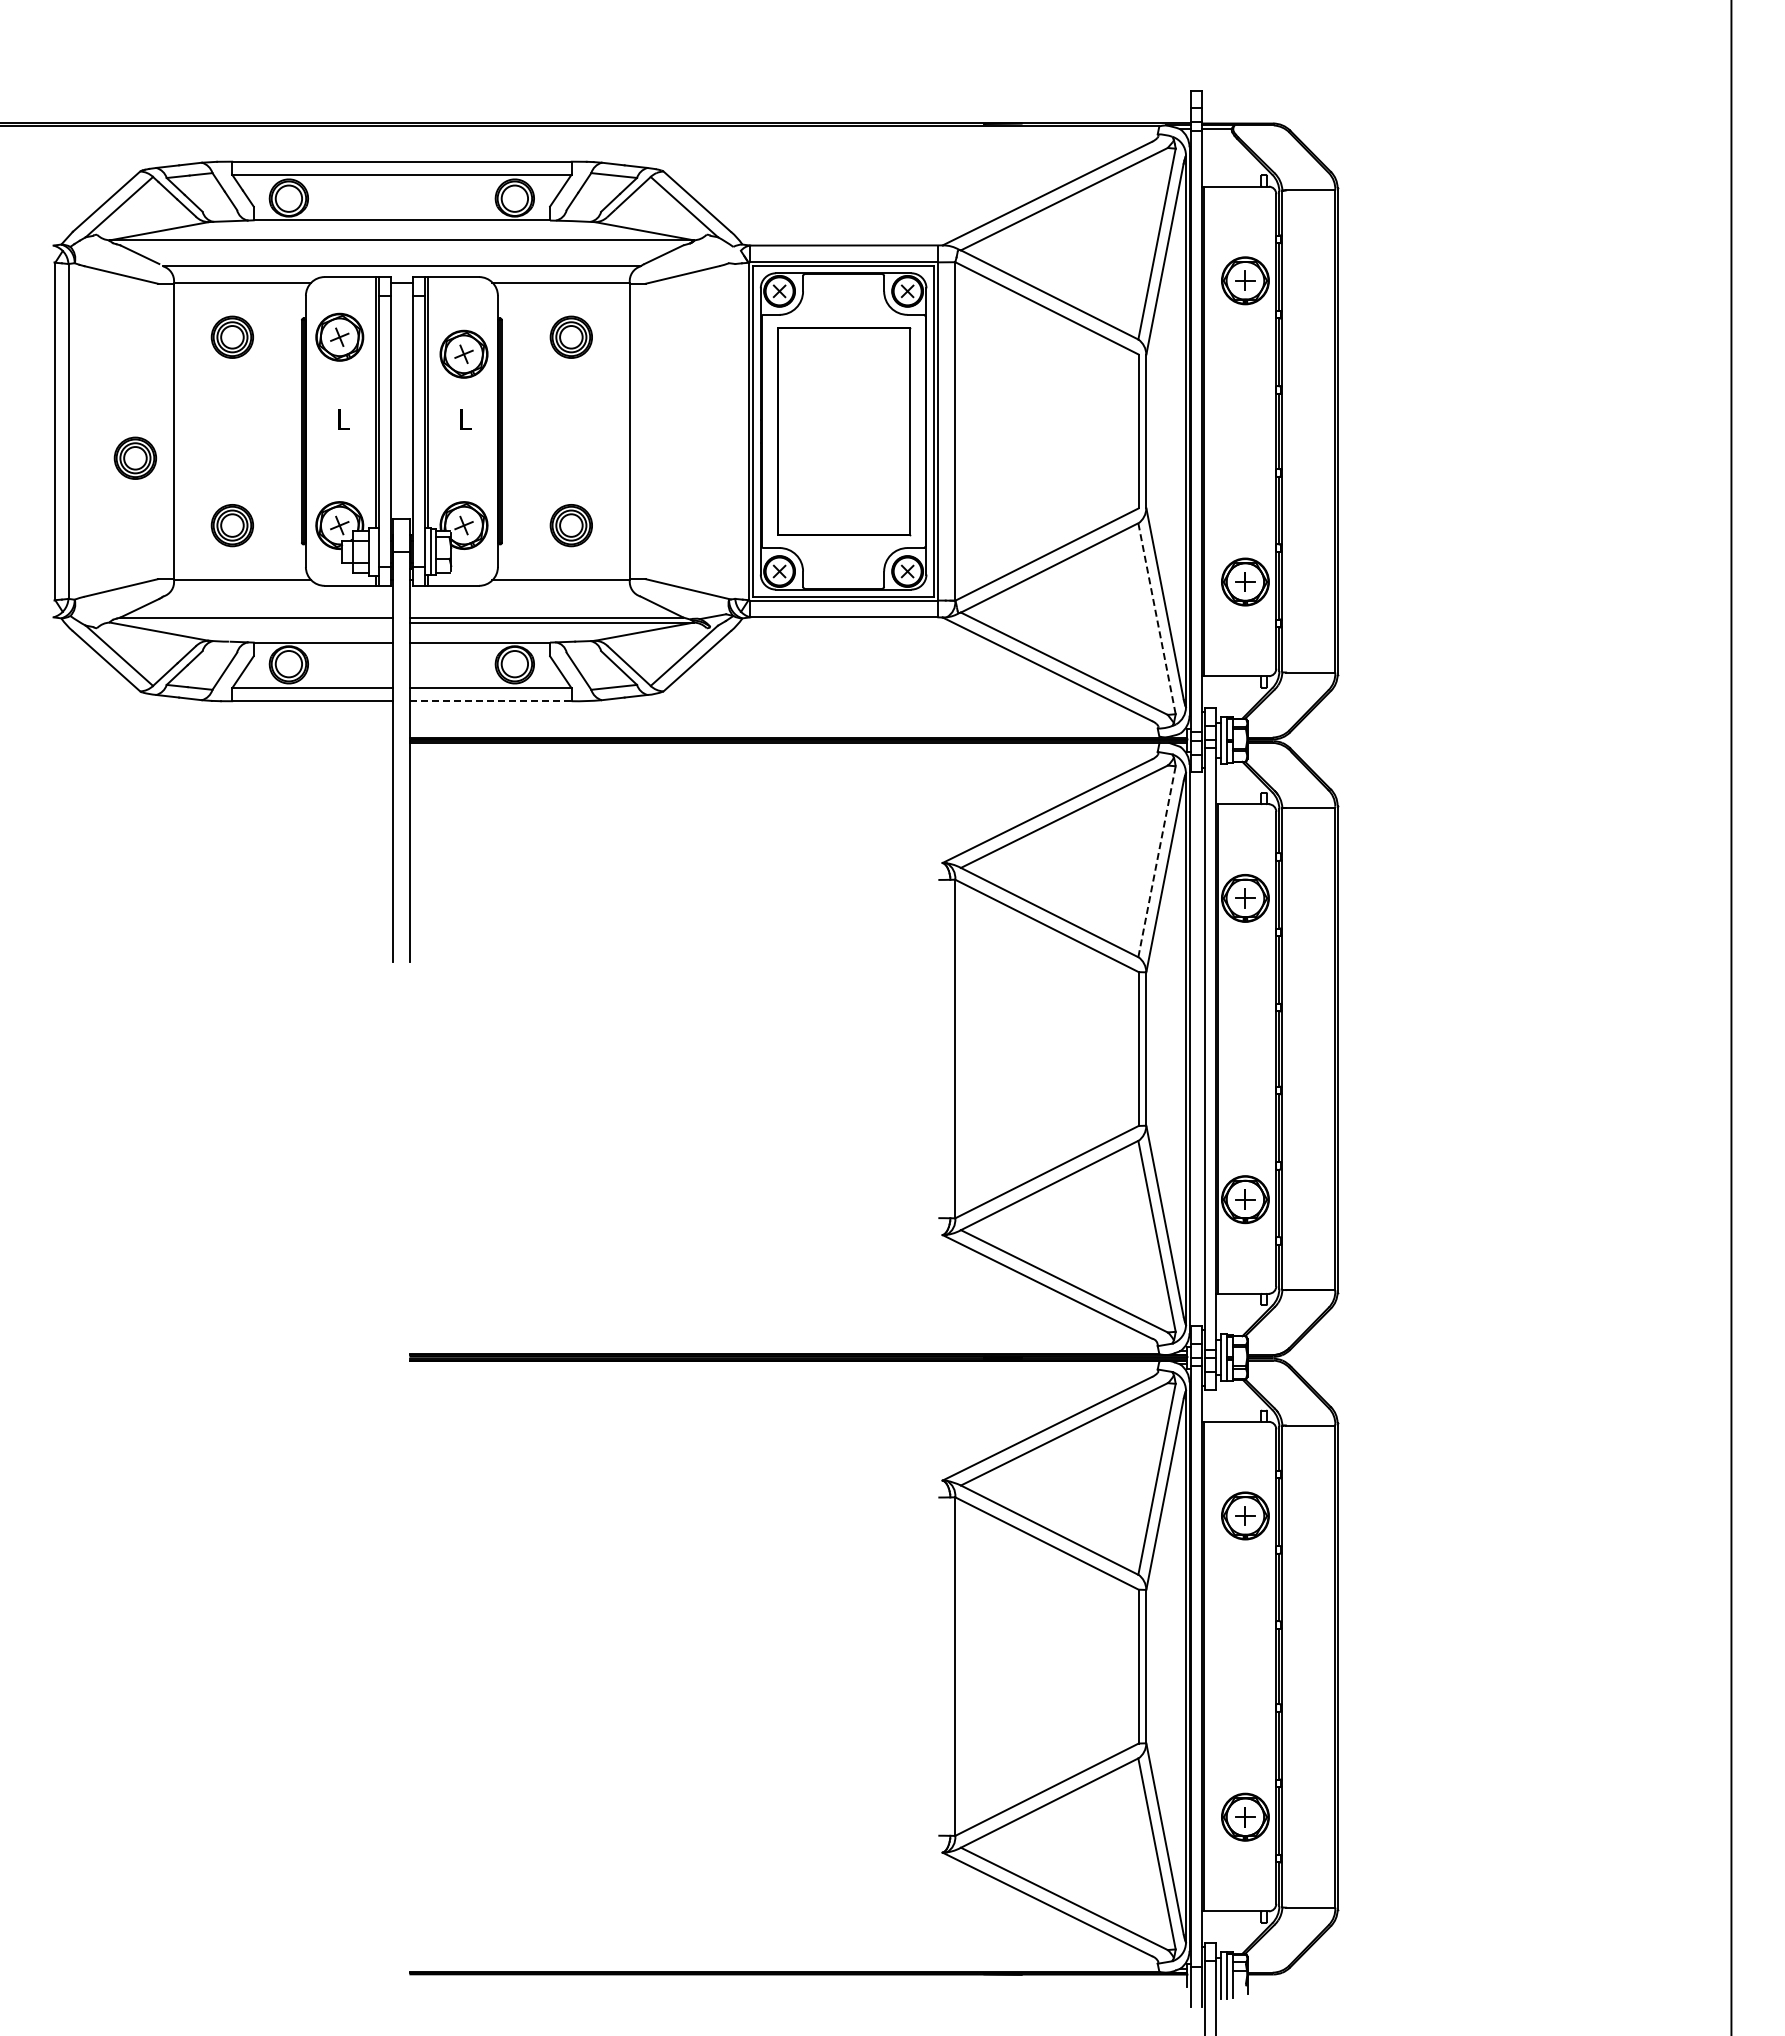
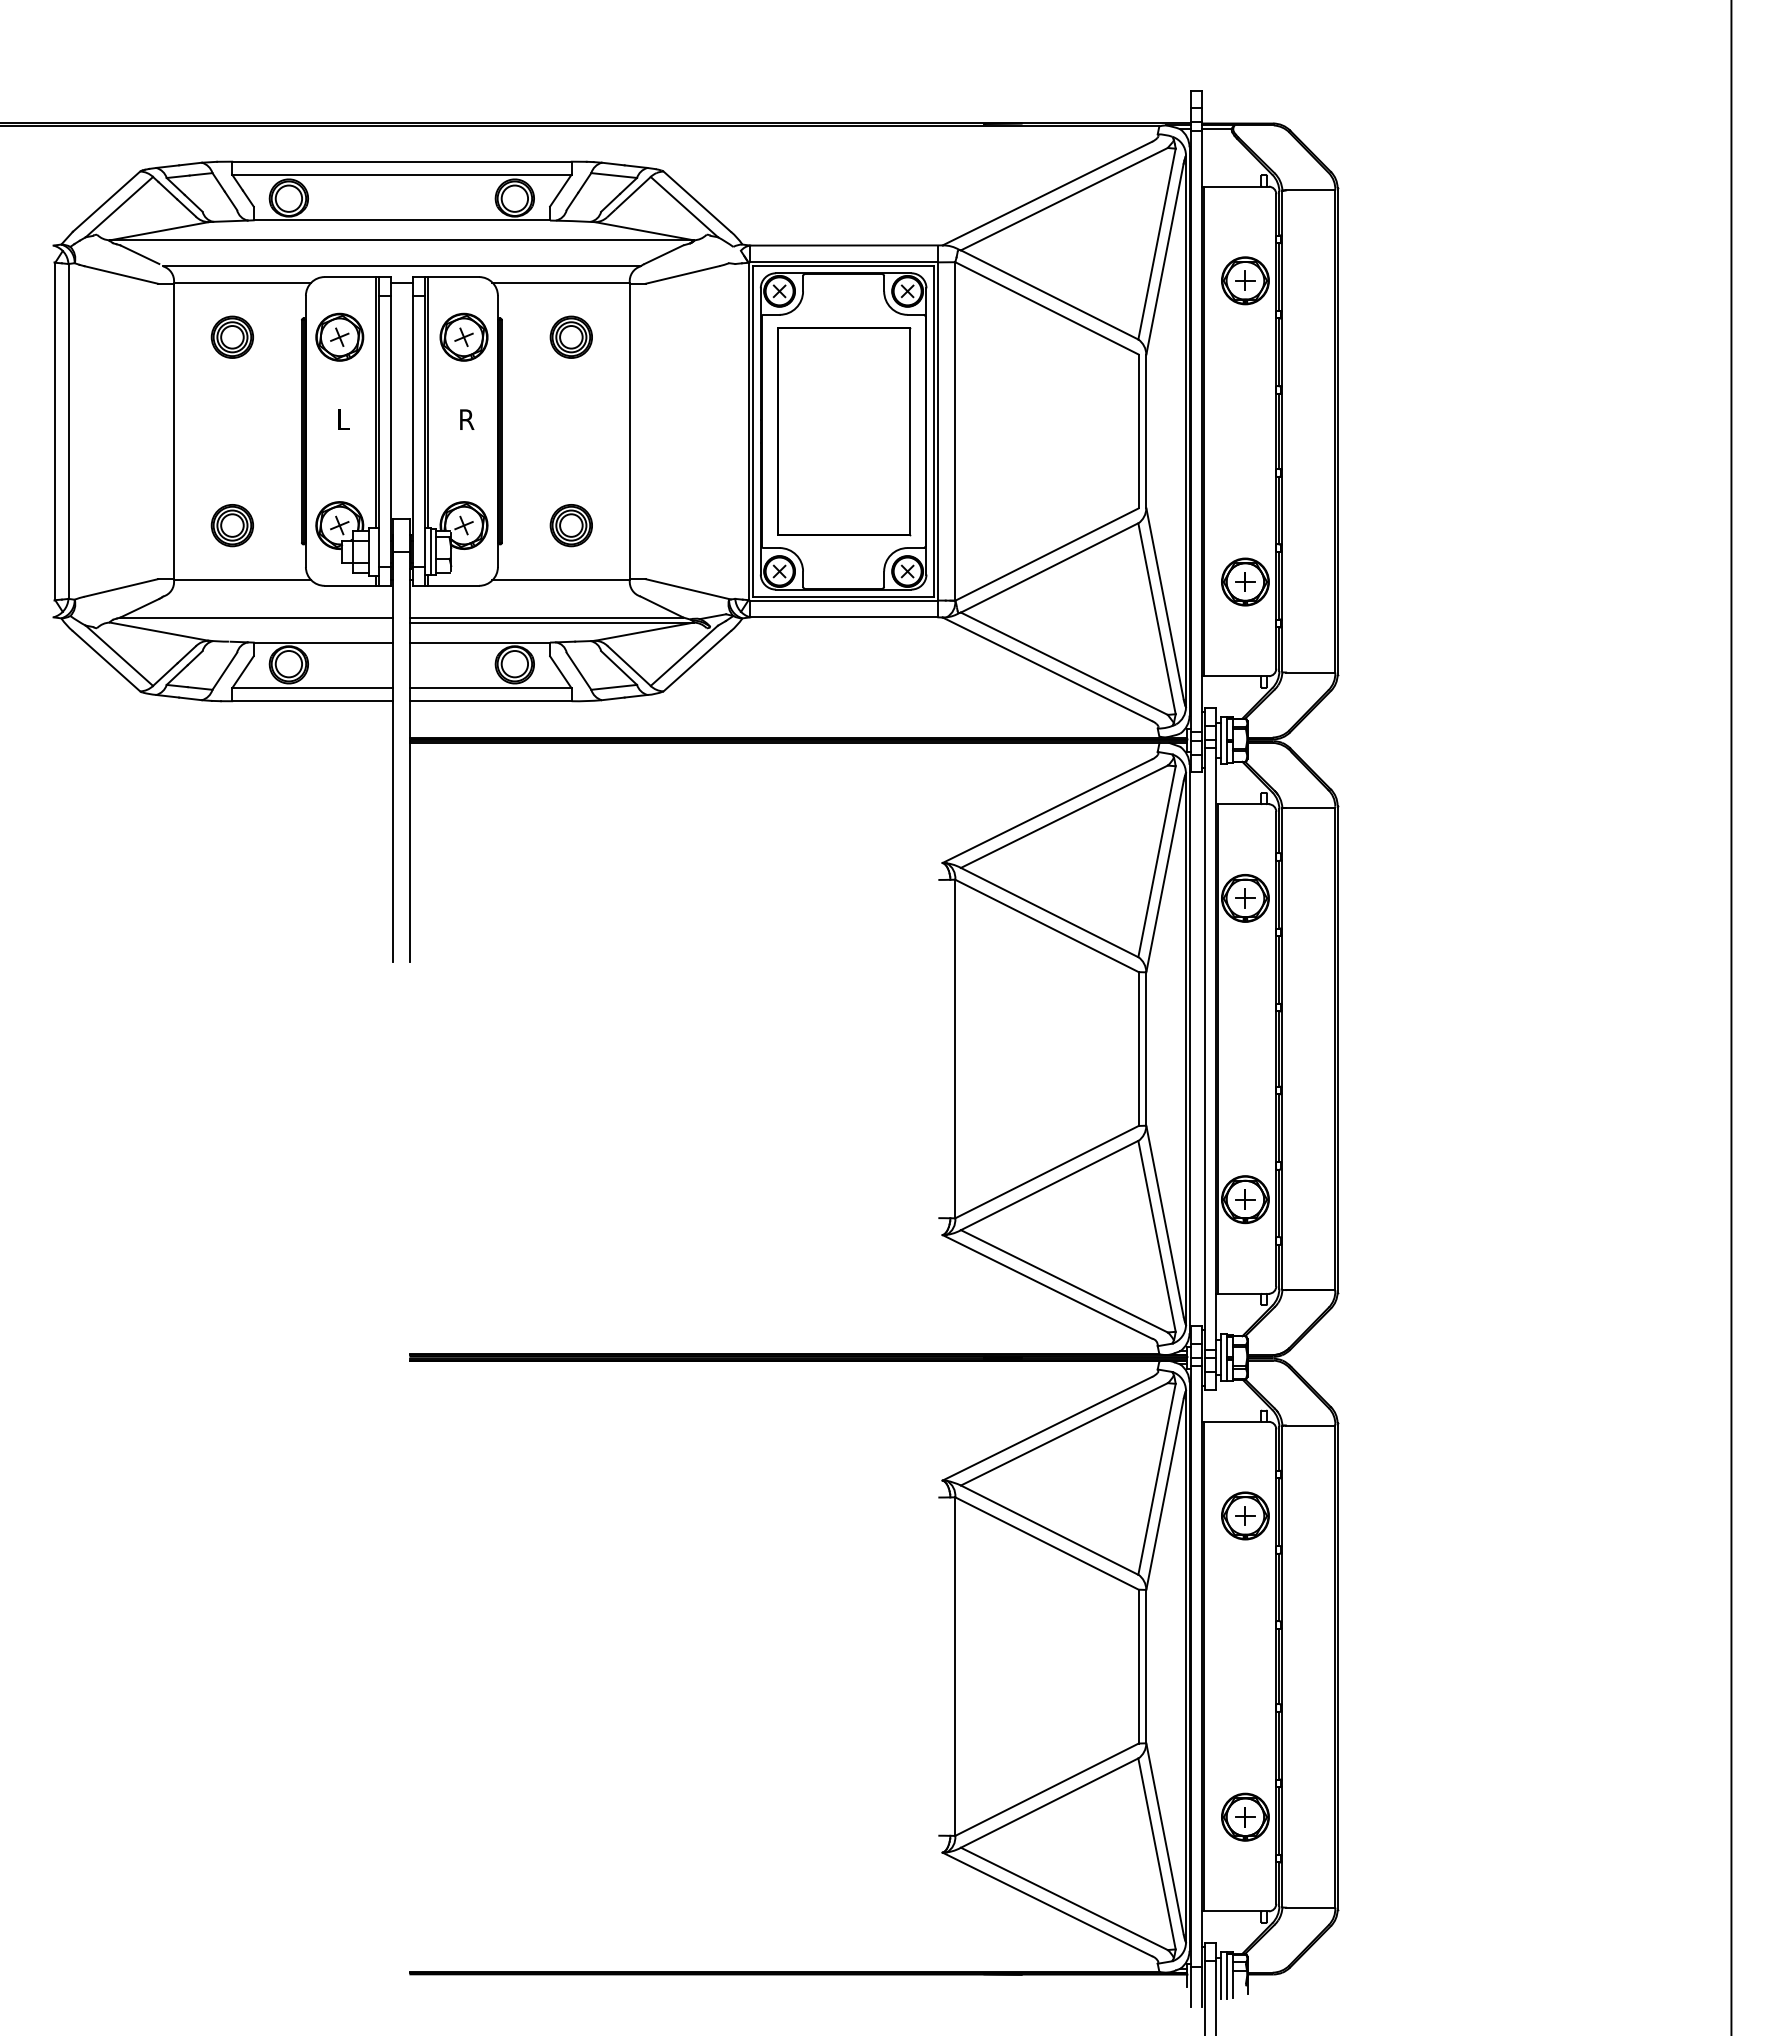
part at (463, 353) position: (463, 353) -> (463, 336)
text at (467, 419): L -> R
part at (135, 457): present -> none
line at (1157, 619): dashed -> solid
line at (491, 701): dashed -> solid
line at (1157, 861): dashed -> solid
